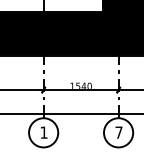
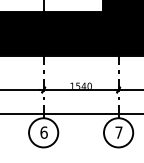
text at (43, 132): 1 -> 6
